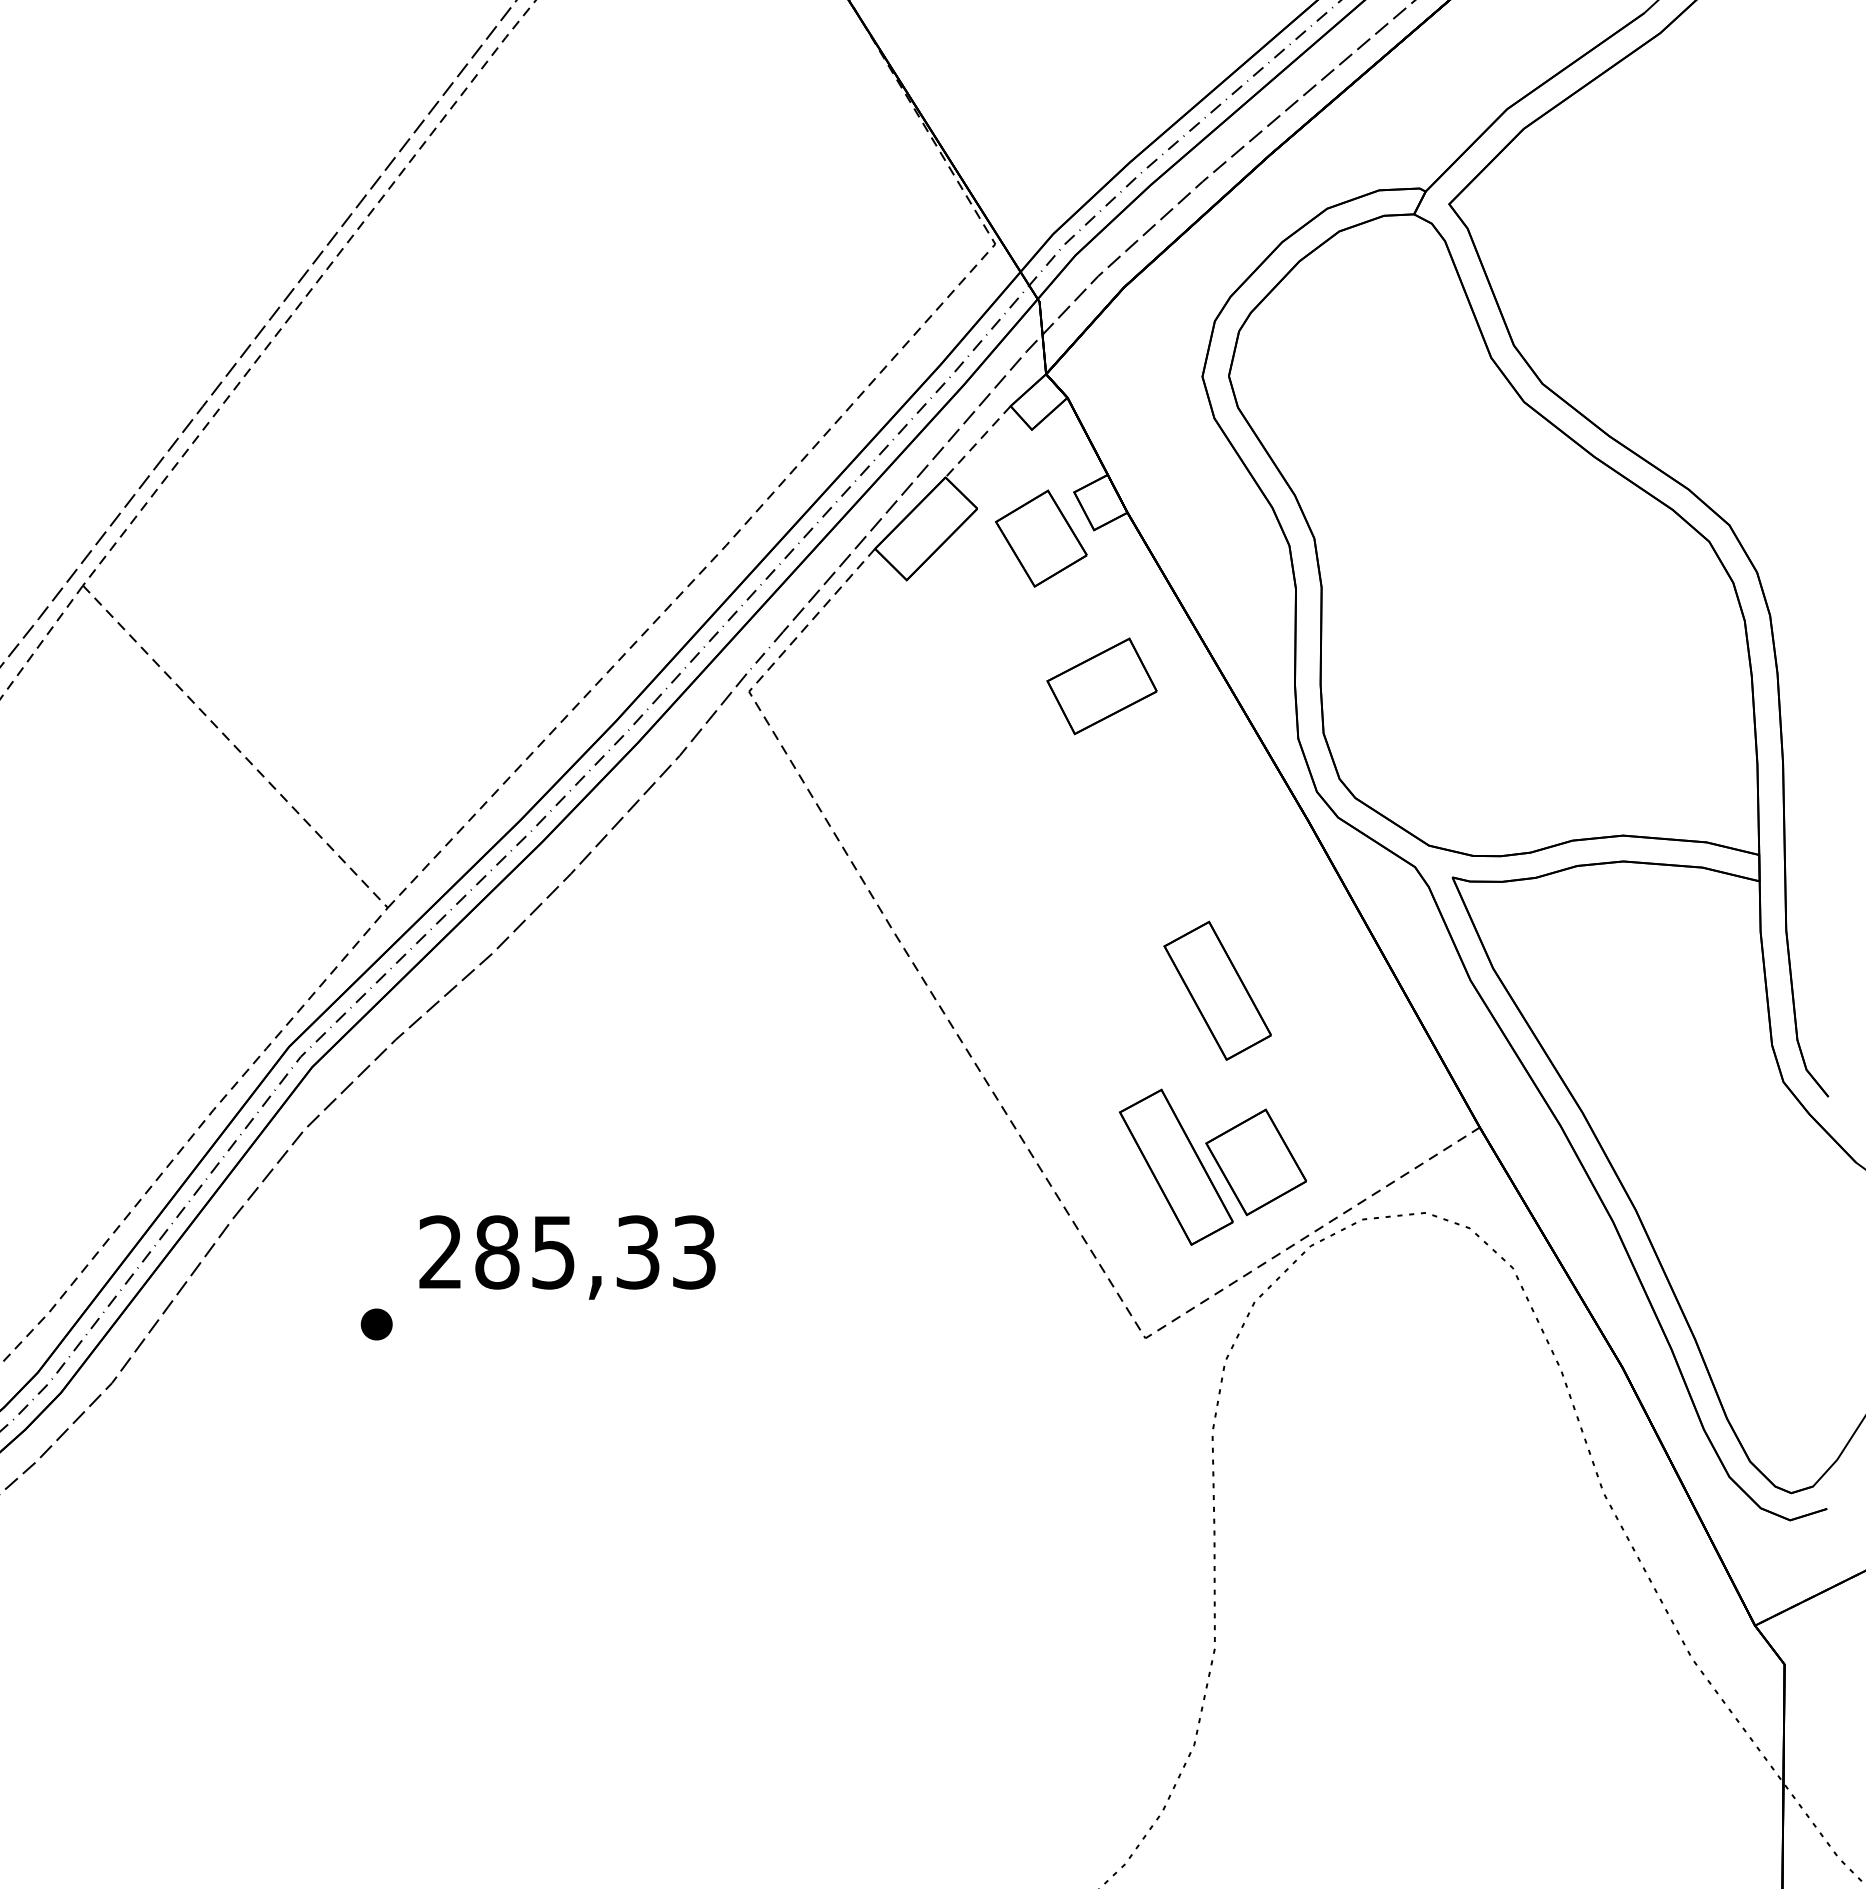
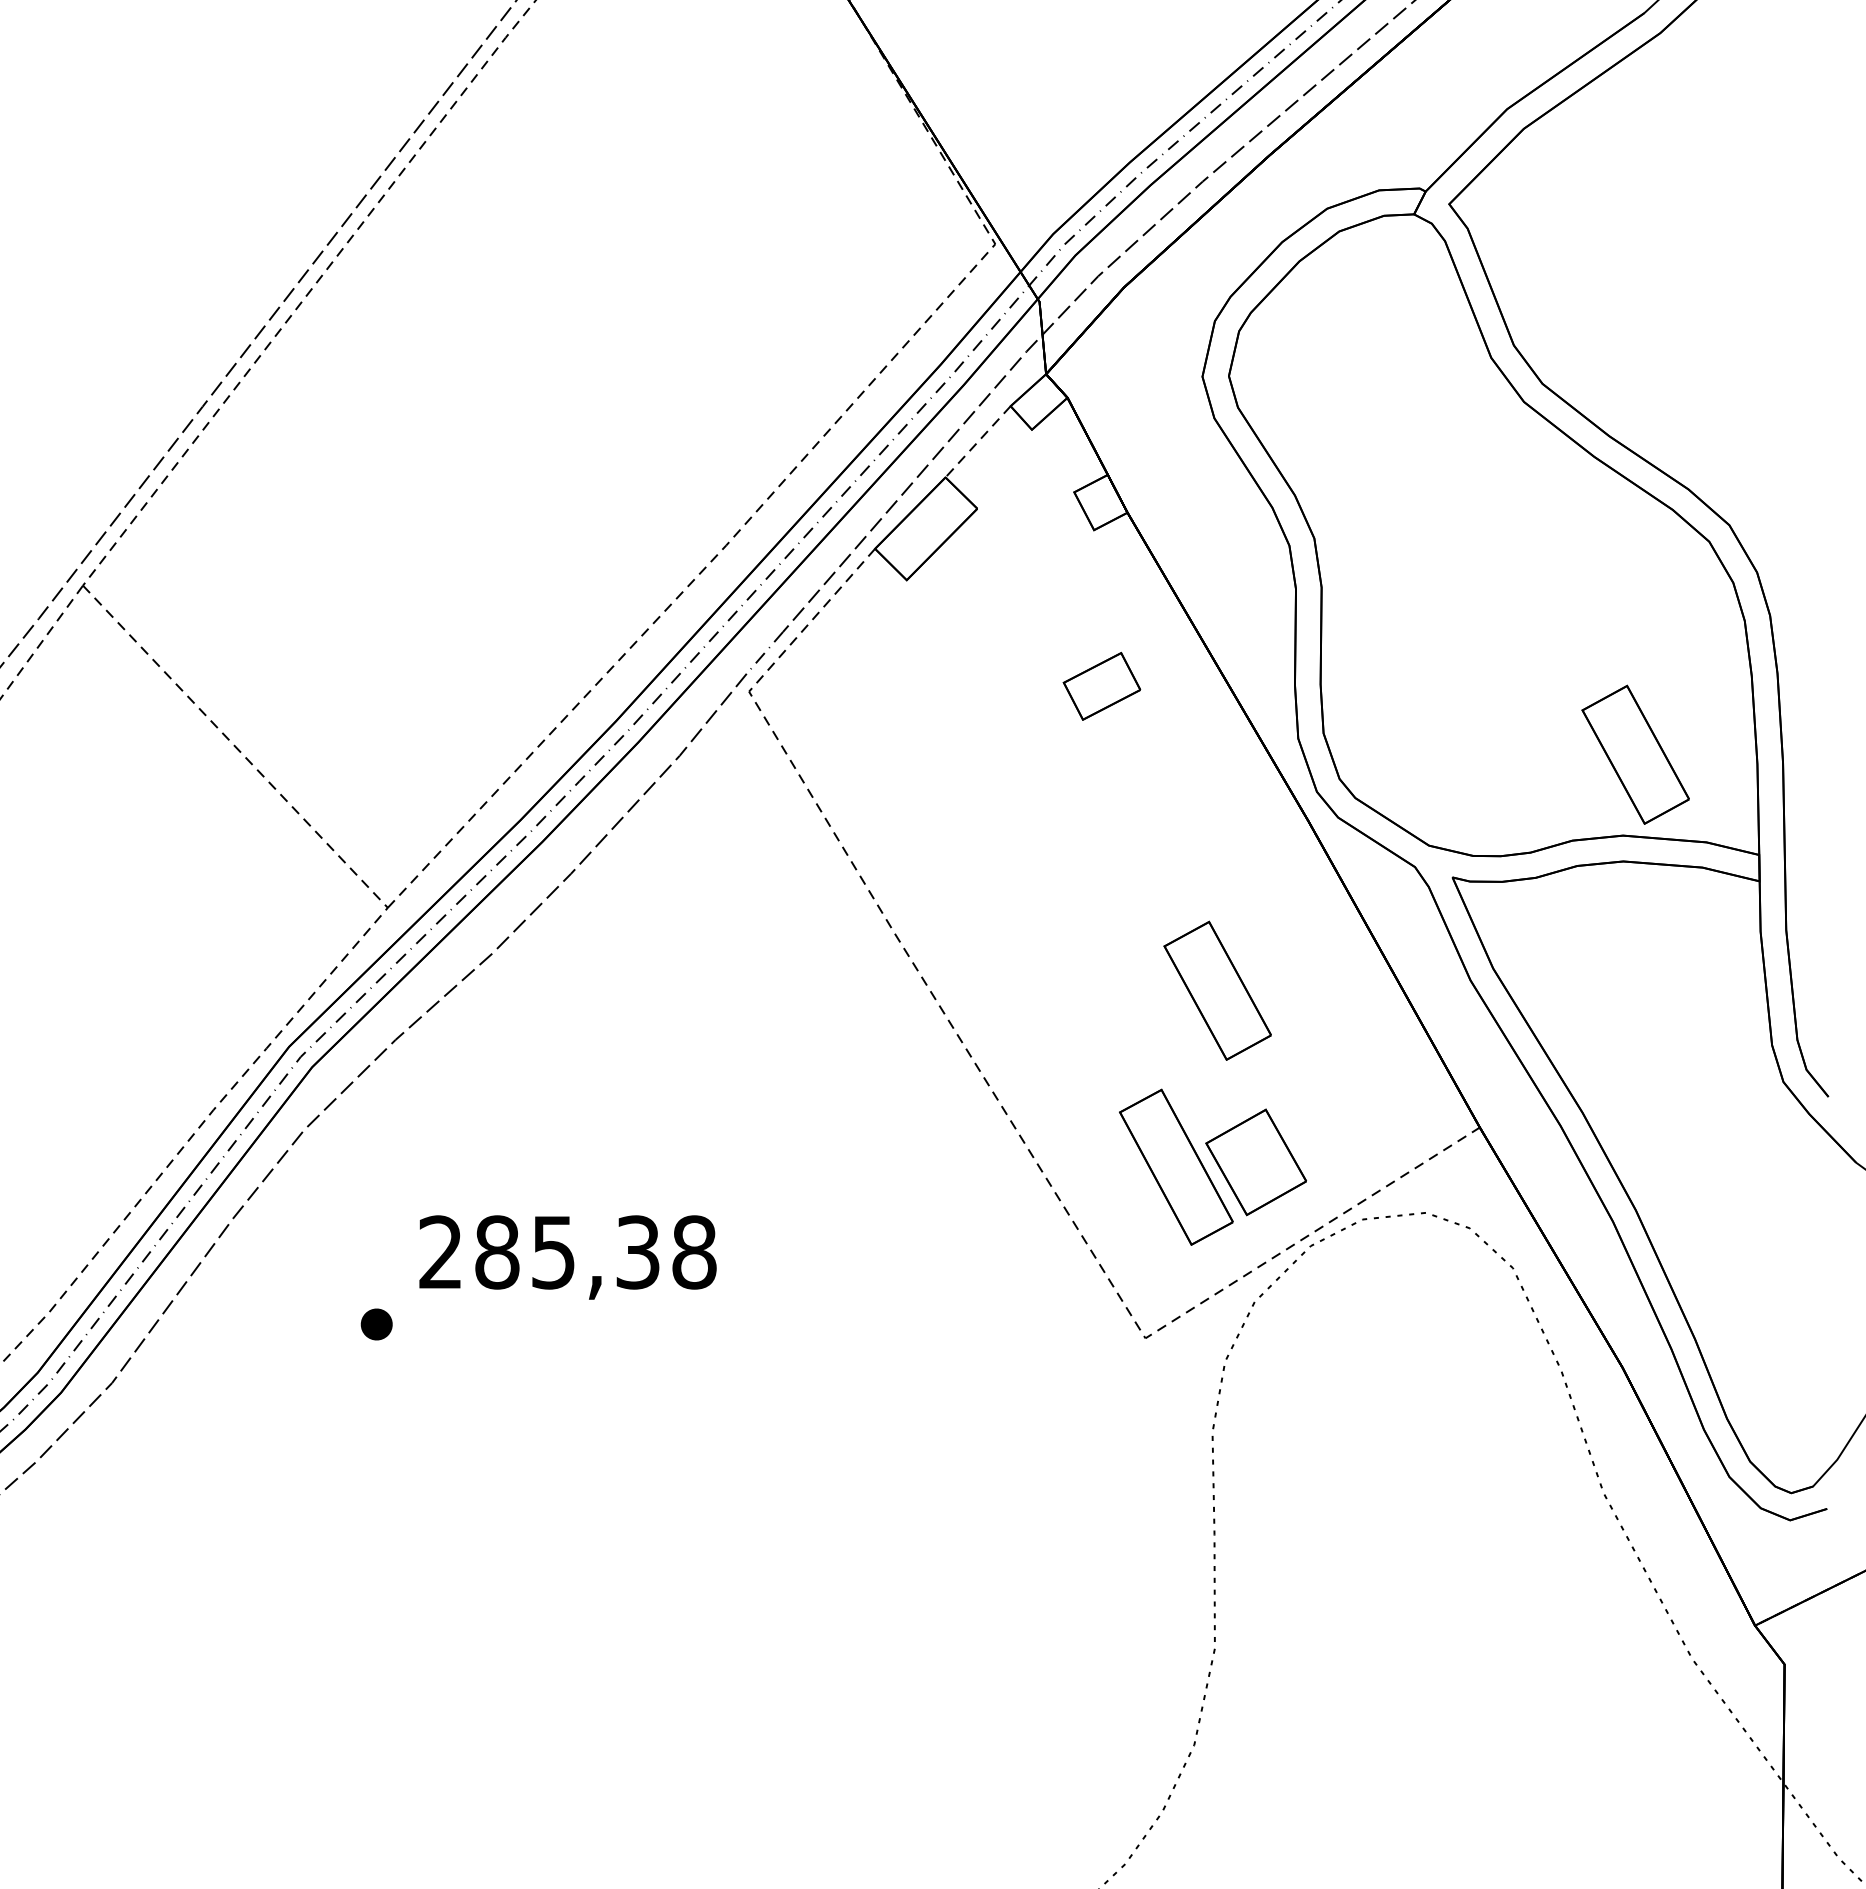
part at (1041, 538): present -> none
part at (1101, 686) size: 112x99 px -> 80x69 px
part at (1635, 754): none -> present
text at (694, 1252): 285,33 -> 285,38
